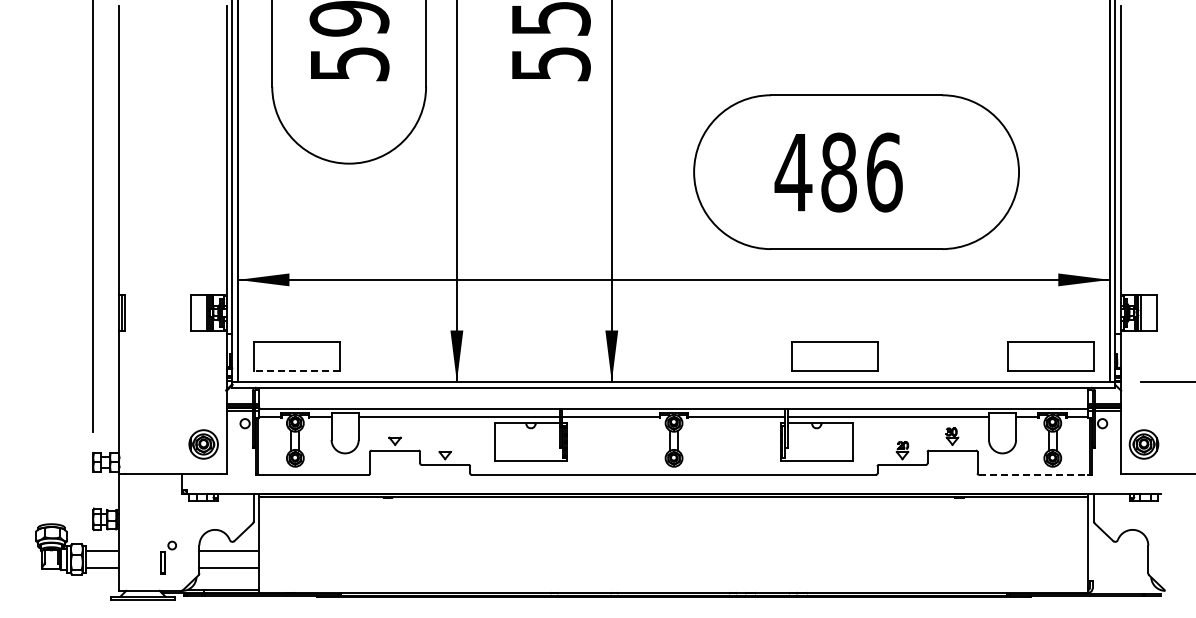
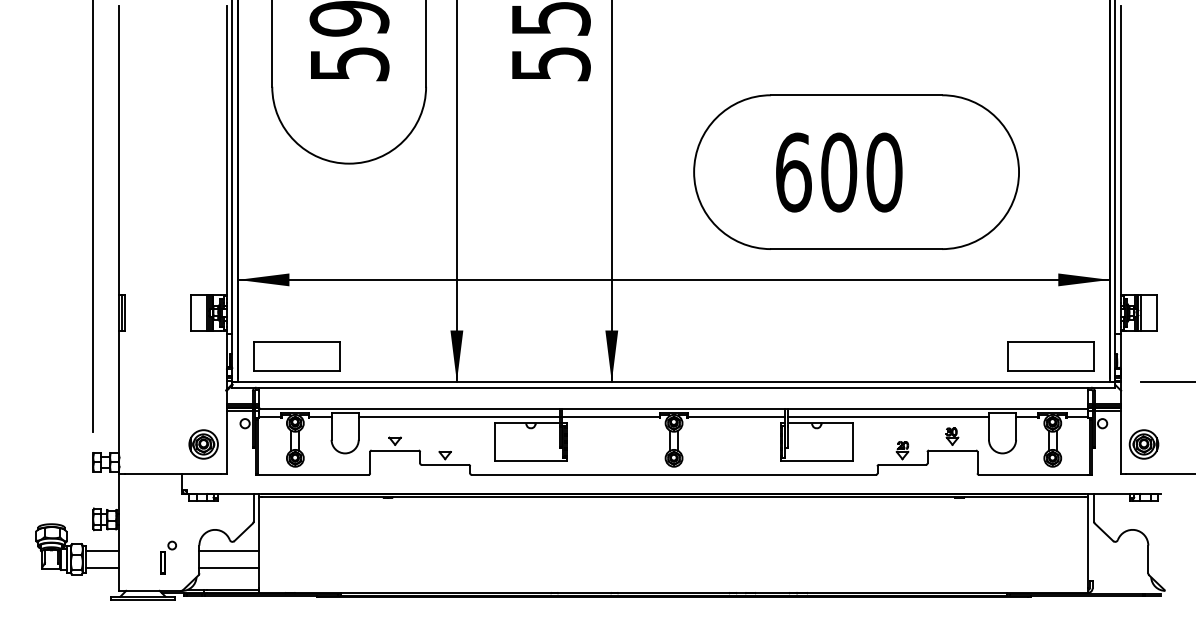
text at (838, 172): 486 -> 600
part at (834, 356): present -> none
line at (296, 370): dashed -> solid
line at (1033, 474): dashed -> solid
